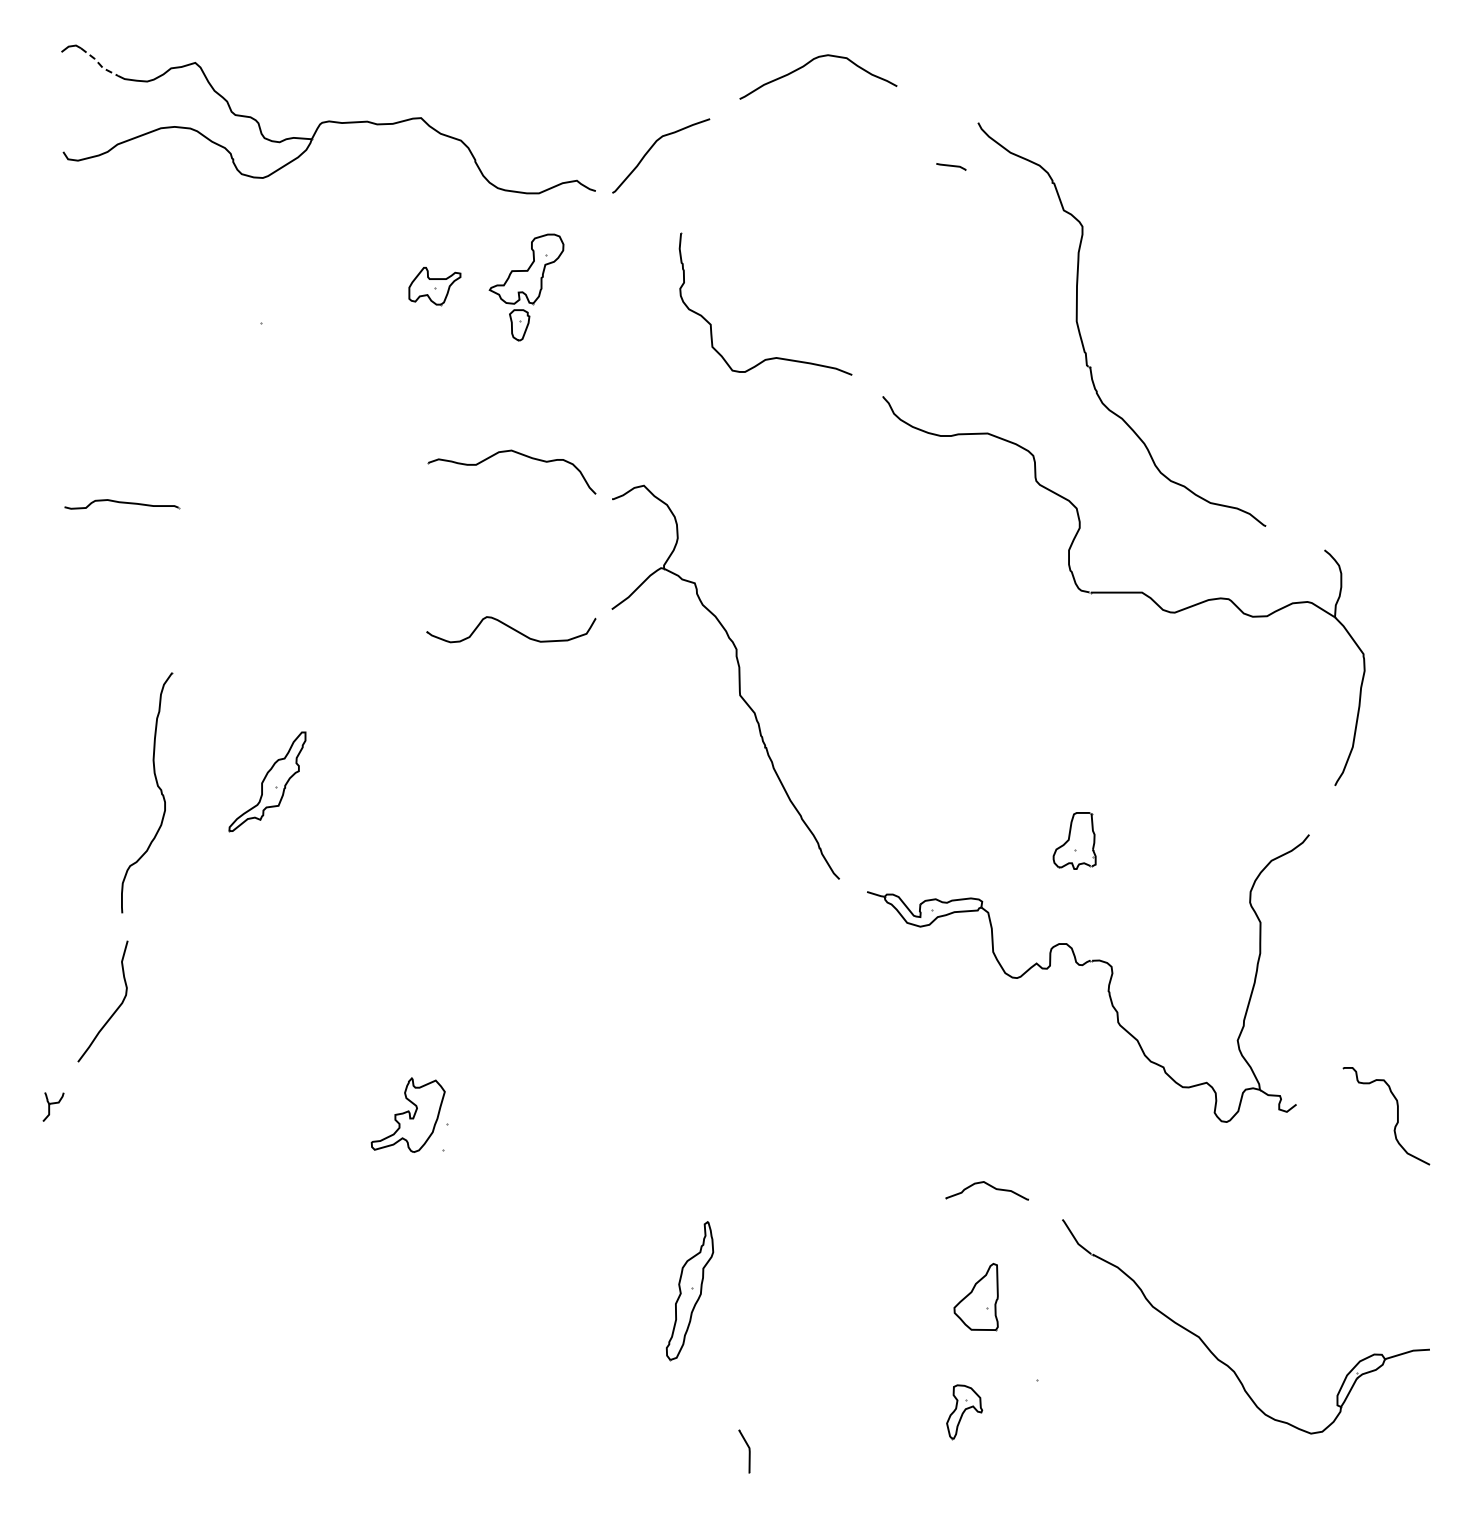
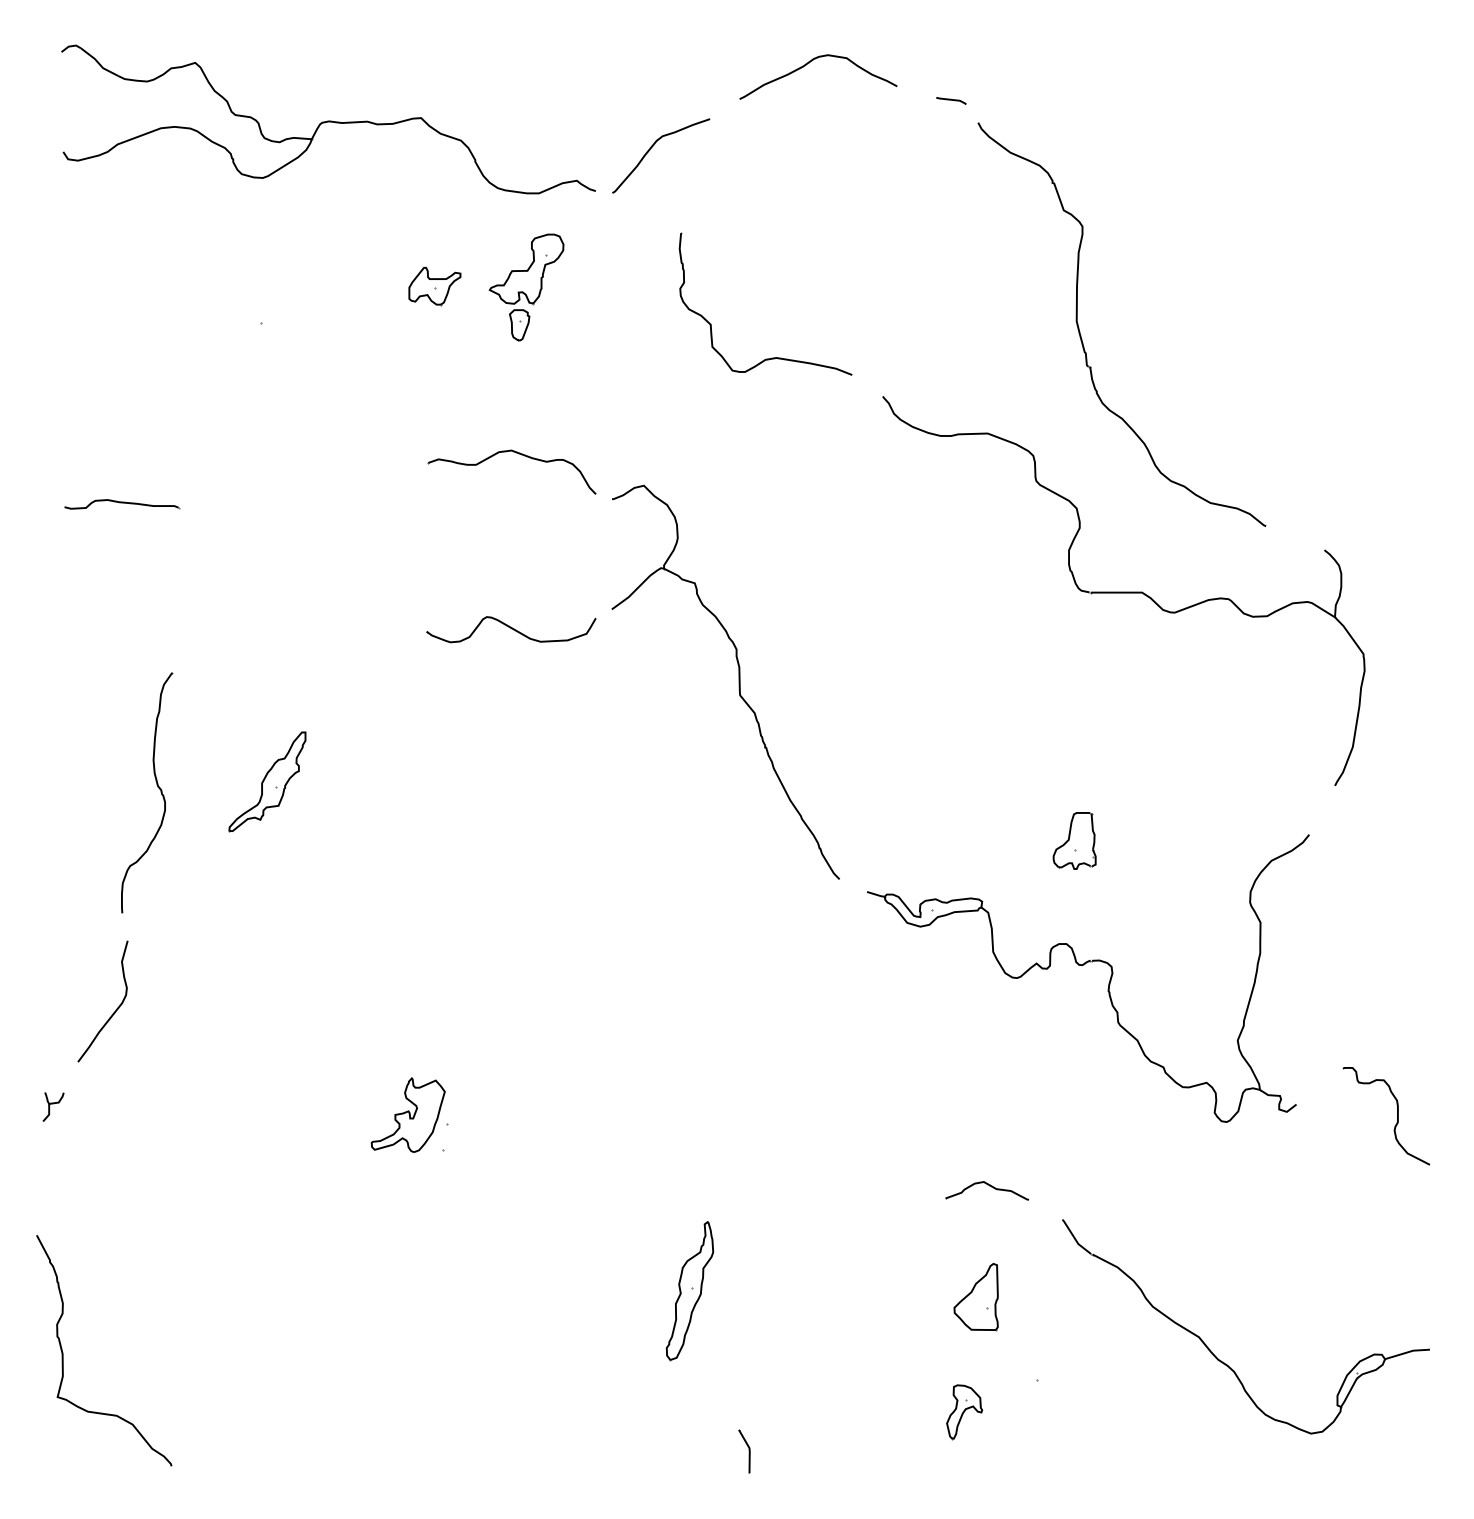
line at (98, 63): dashed -> solid
line at (951, 166) position: (951, 166) -> (951, 100)
curve at (63, 1352): none -> present
